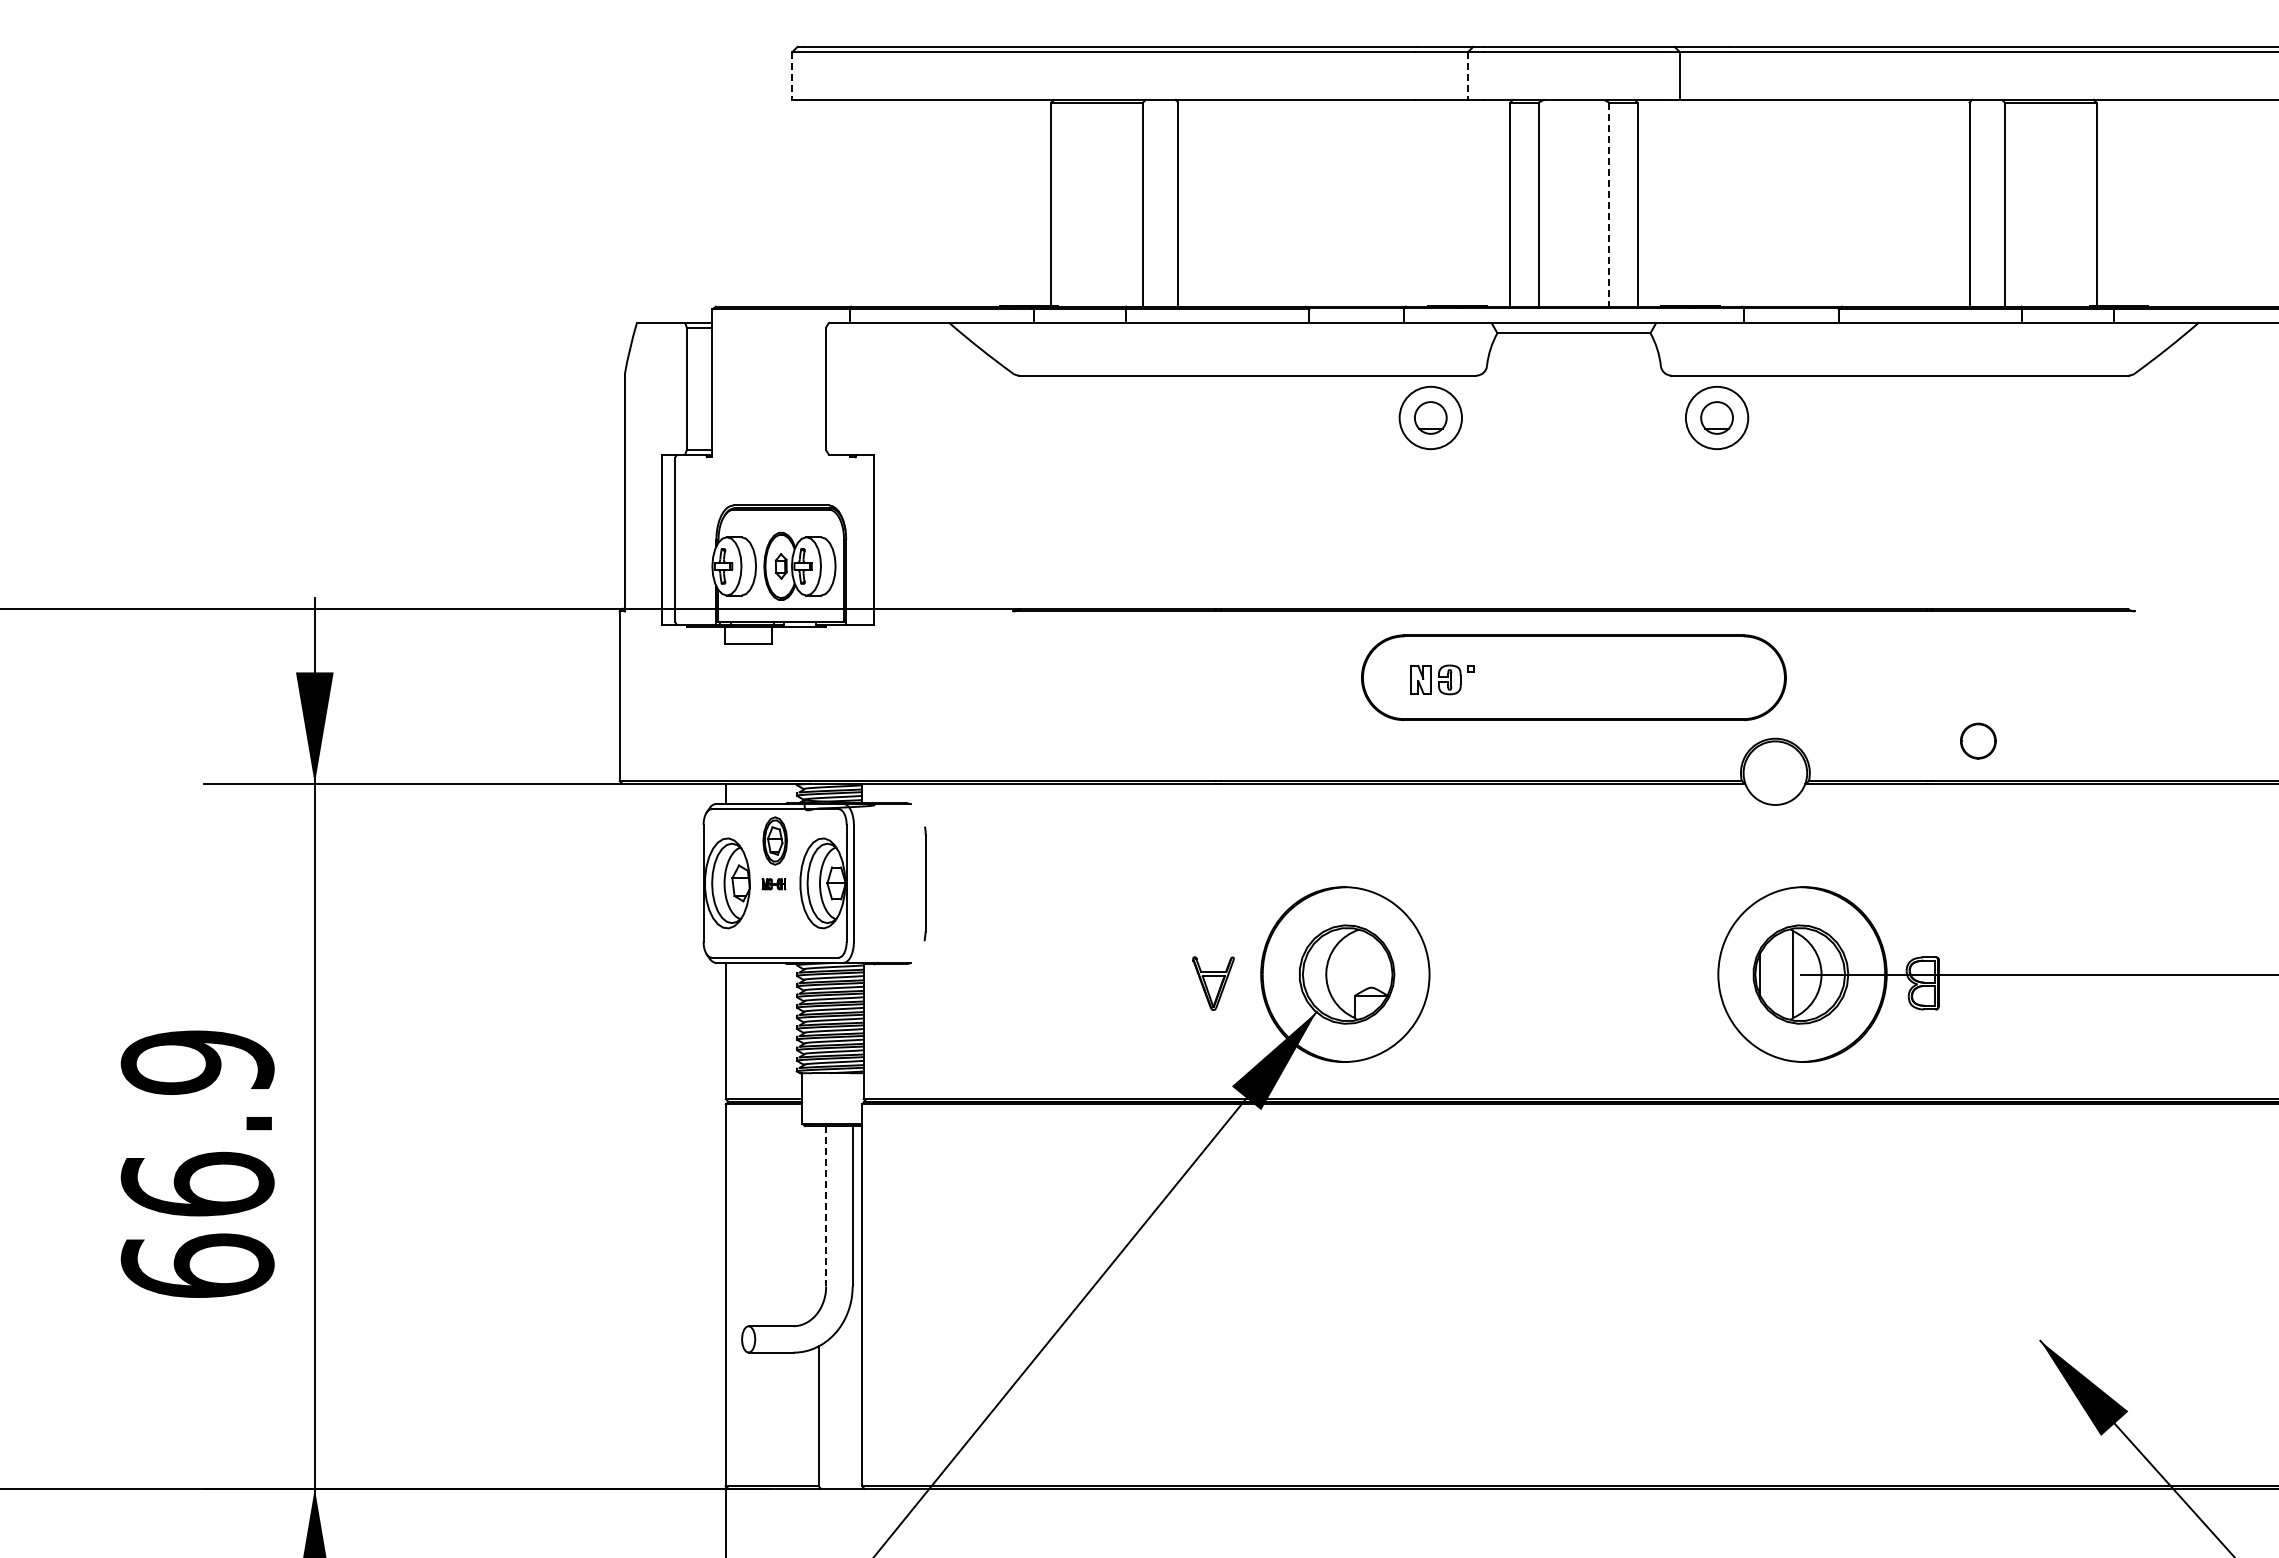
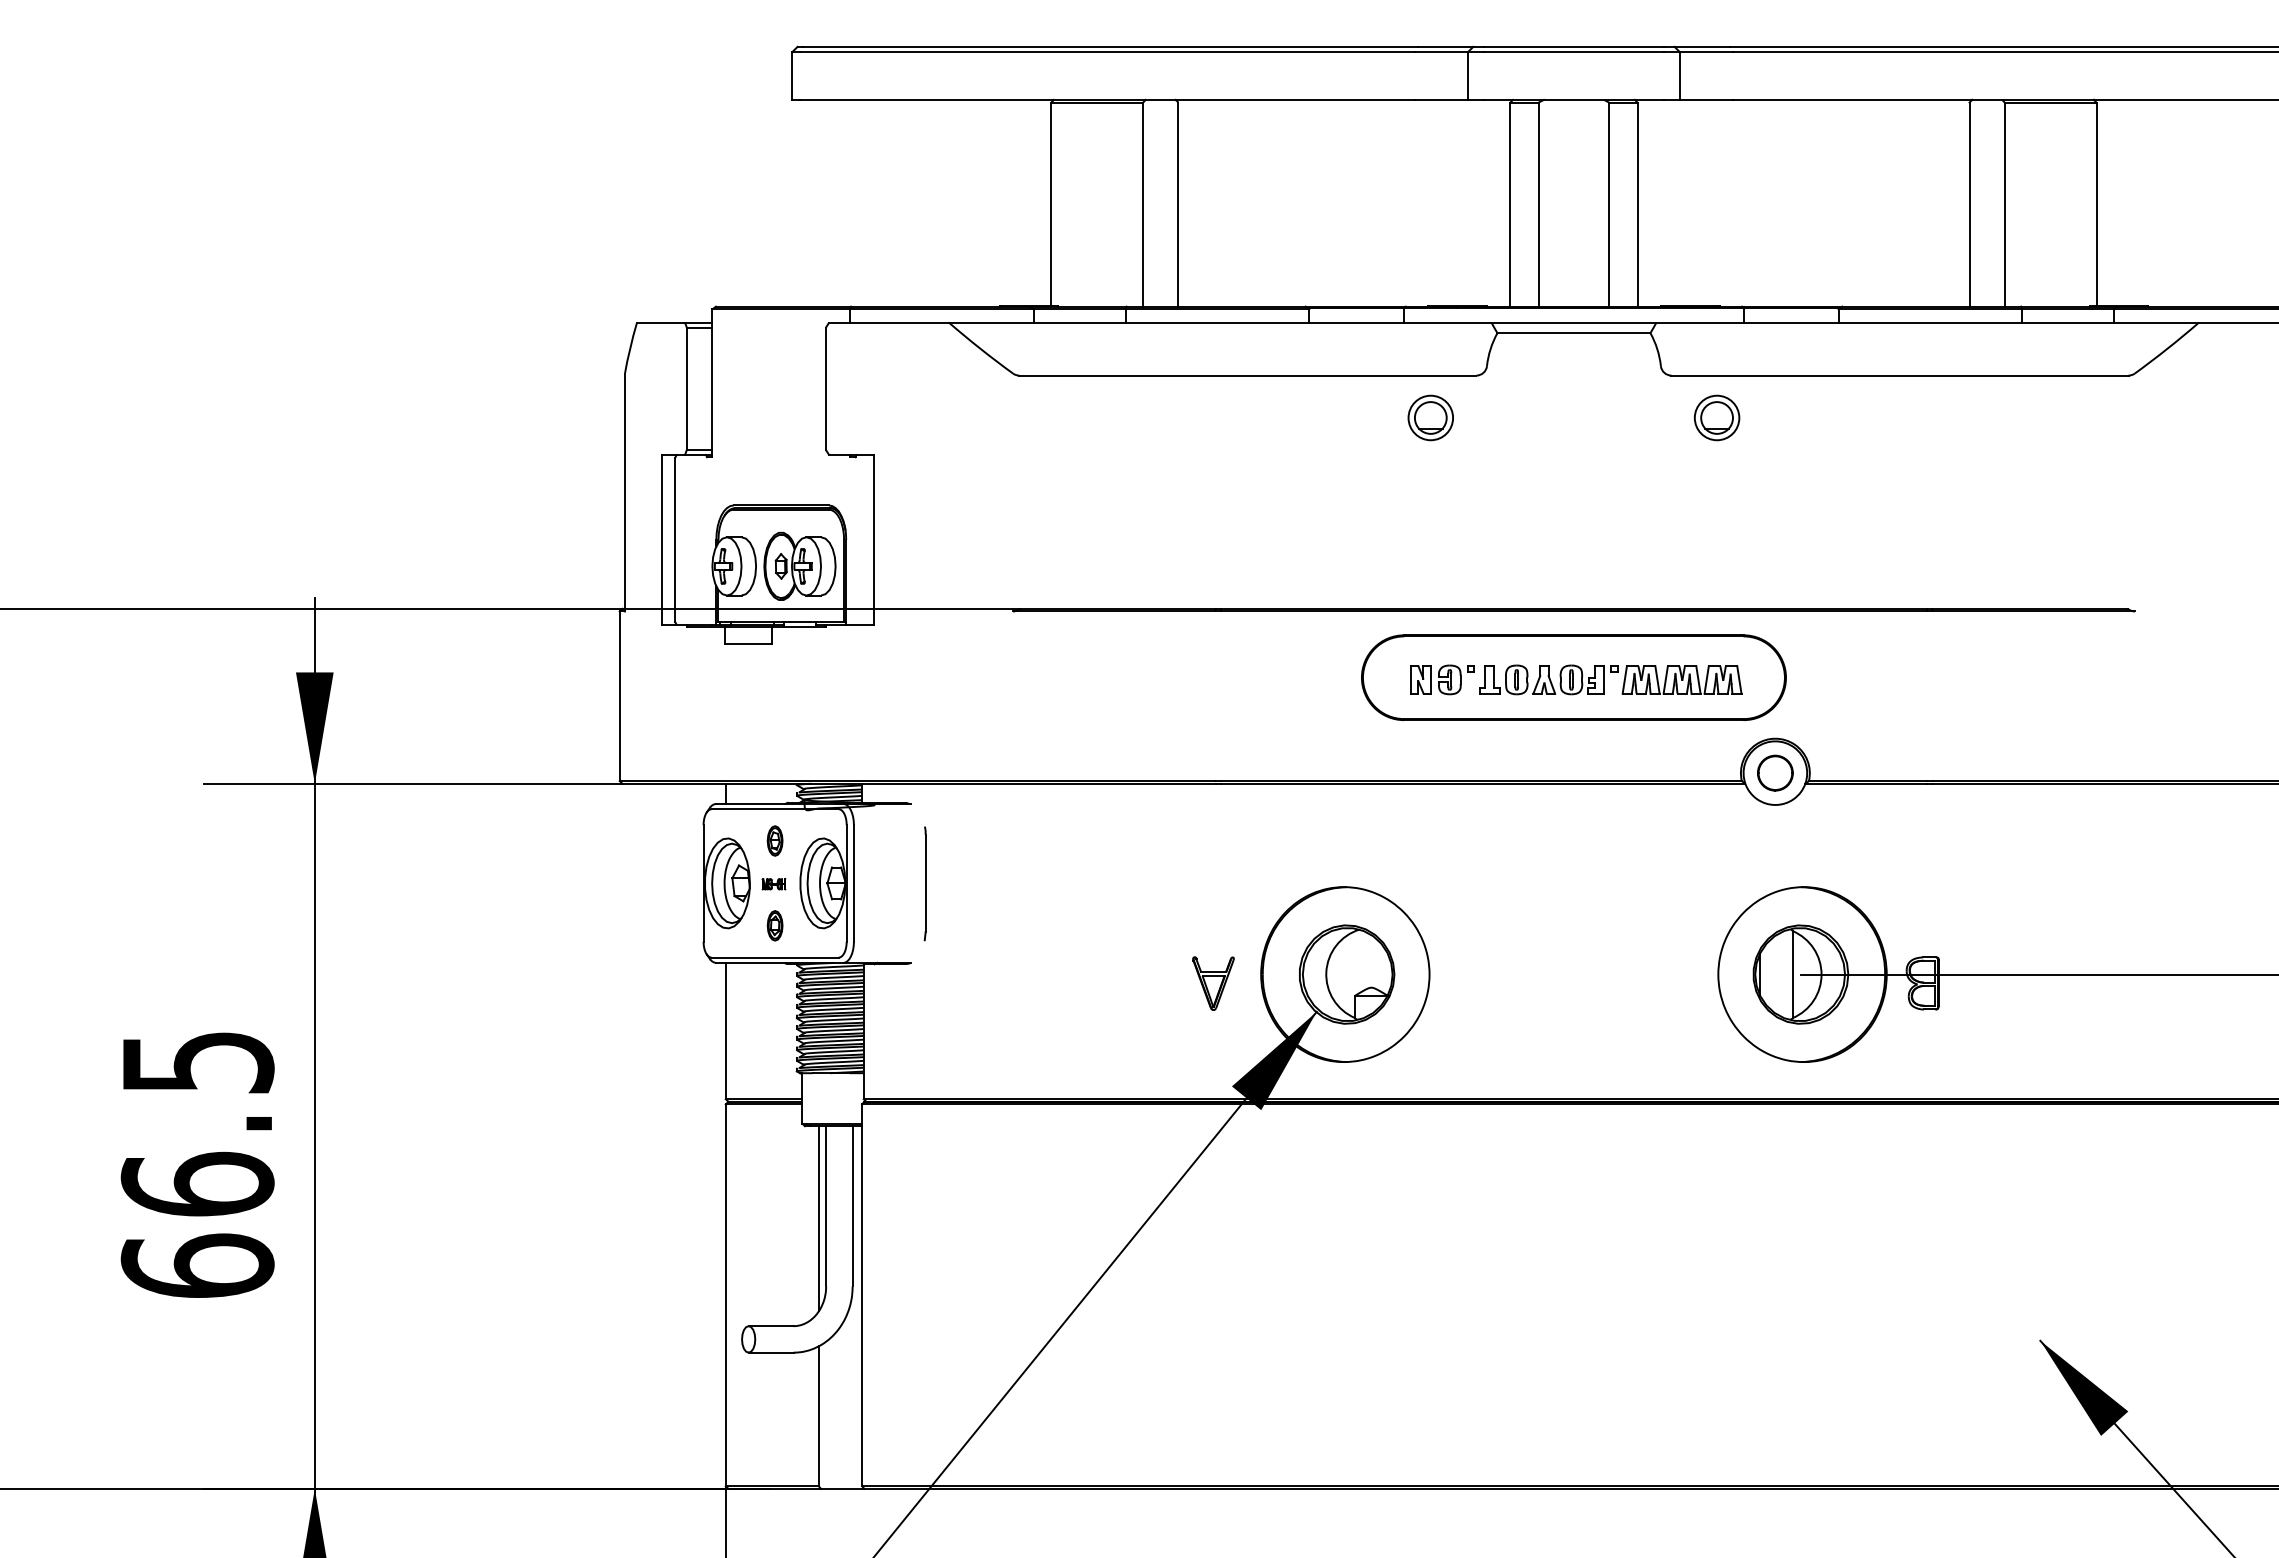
line at (792, 76): dashed -> solid
line at (1467, 76): dashed -> solid
line at (1609, 205): dashed -> solid
circle at (1430, 417) diameter: 62 px -> 45 px
circle at (1716, 417) diameter: 62 px -> 45 px
part at (1610, 679): none -> present
part at (1978, 740) position: (1978, 740) -> (1775, 772)
part at (774, 840) size: 26x50 px -> 18x32 px
part at (774, 925): none -> present
text at (197, 1062): 66.9 -> 66.5
line at (826, 1206): dashed -> solid
line at (818, 1218): none -> present
